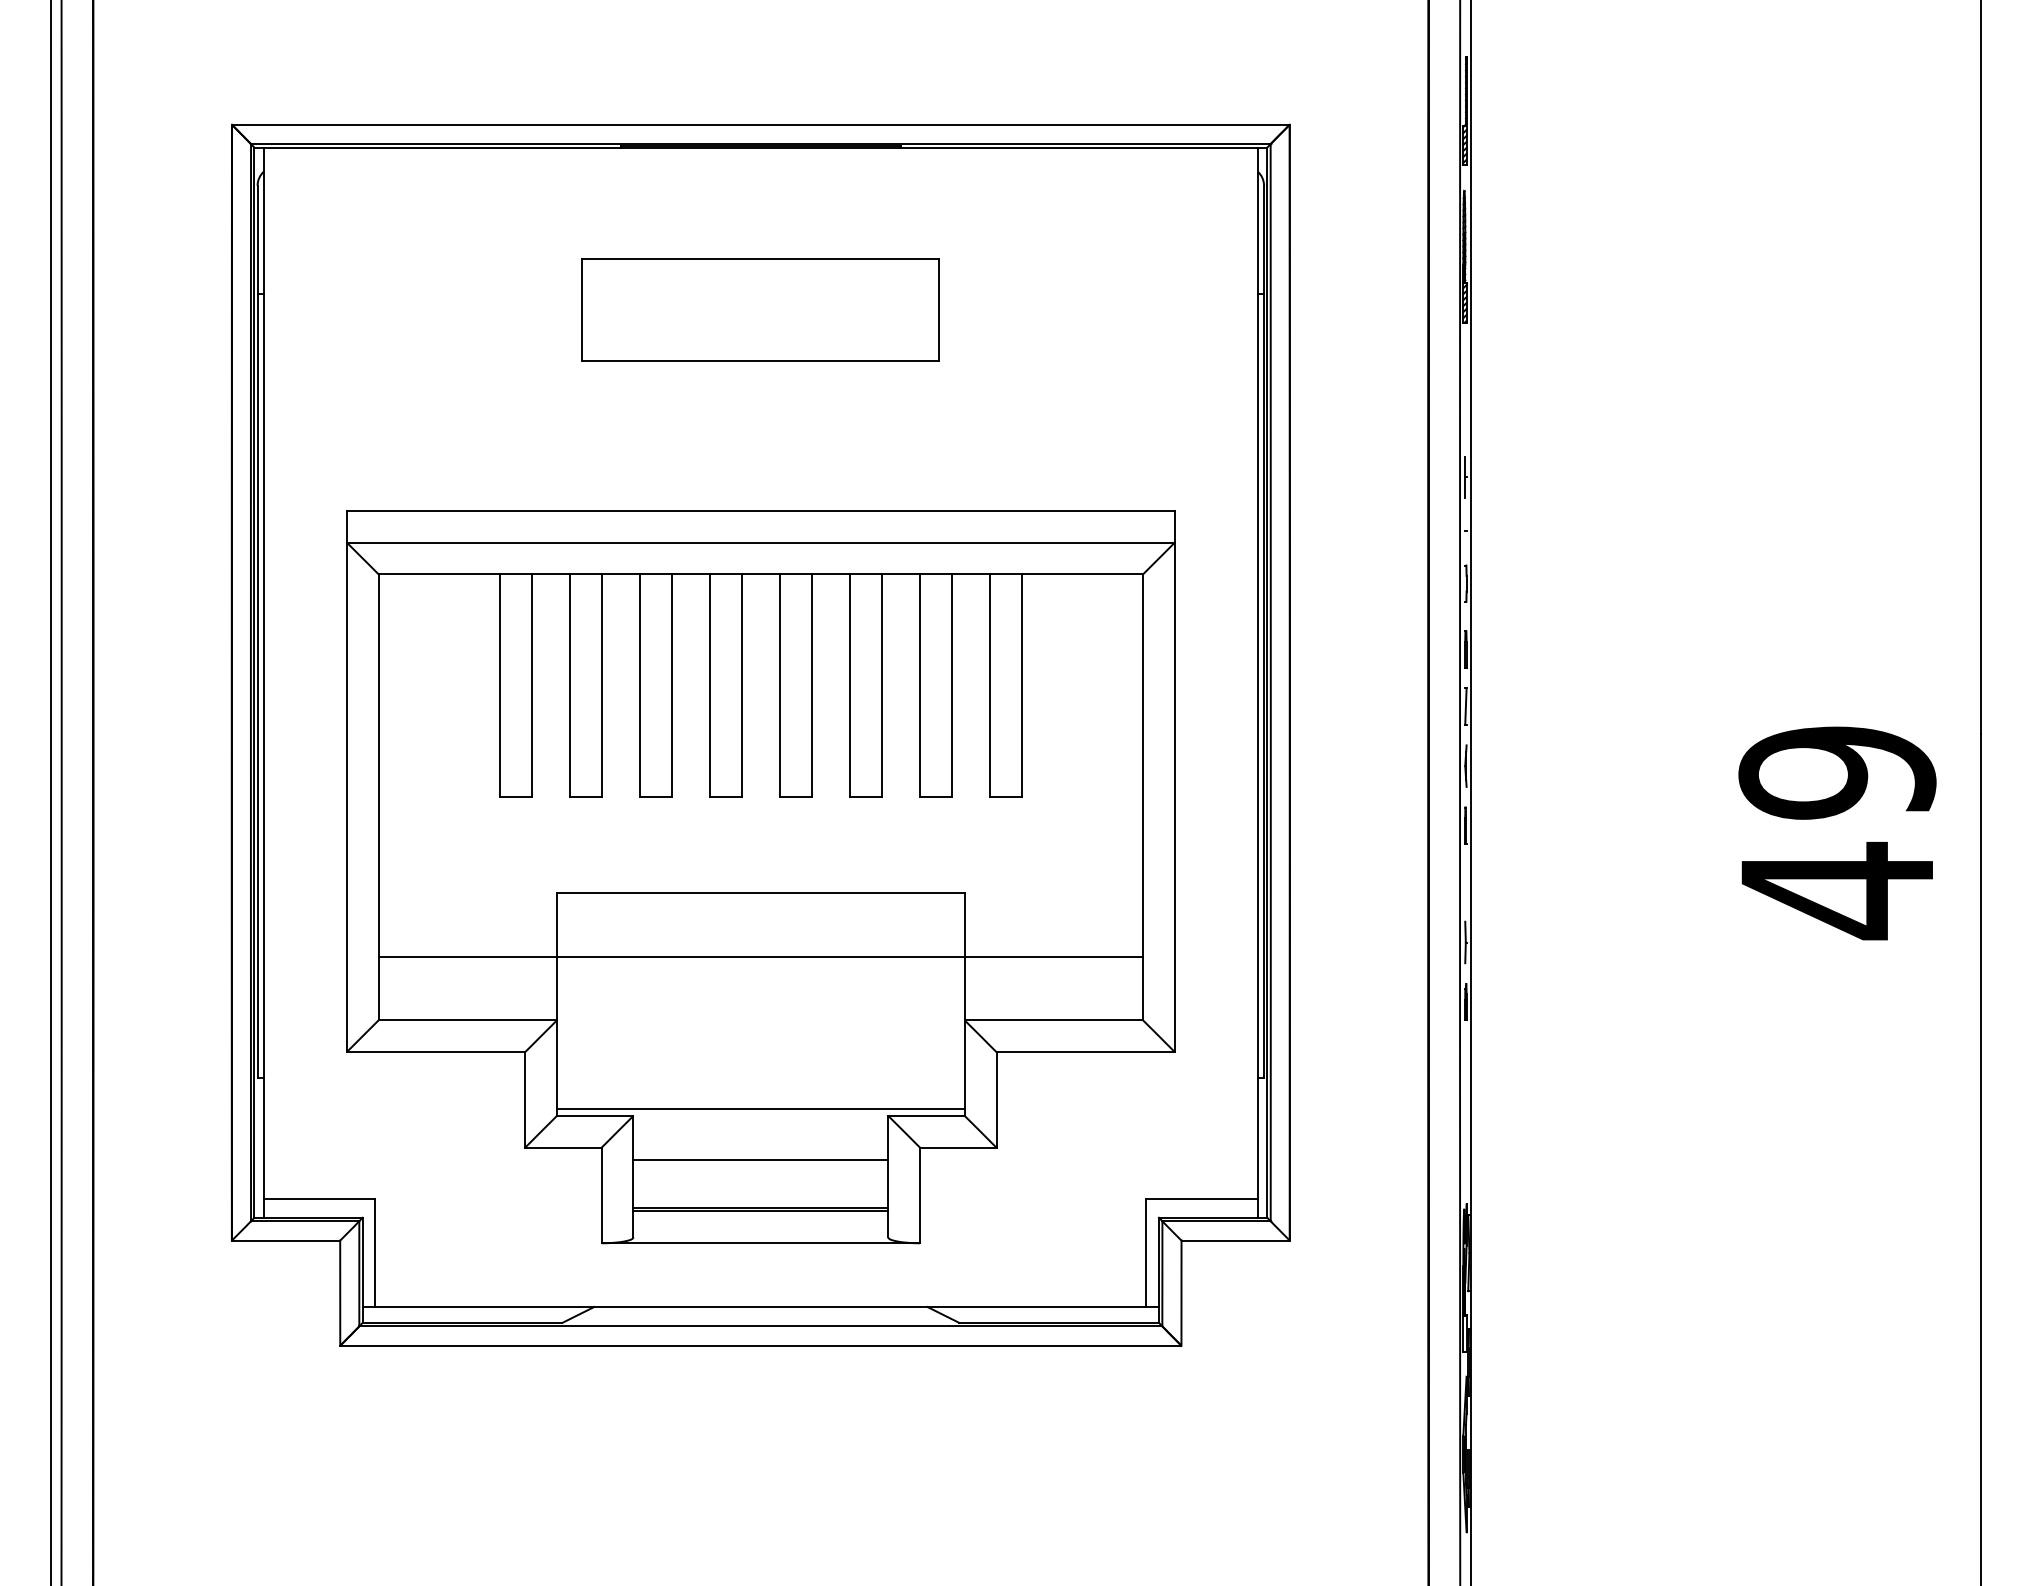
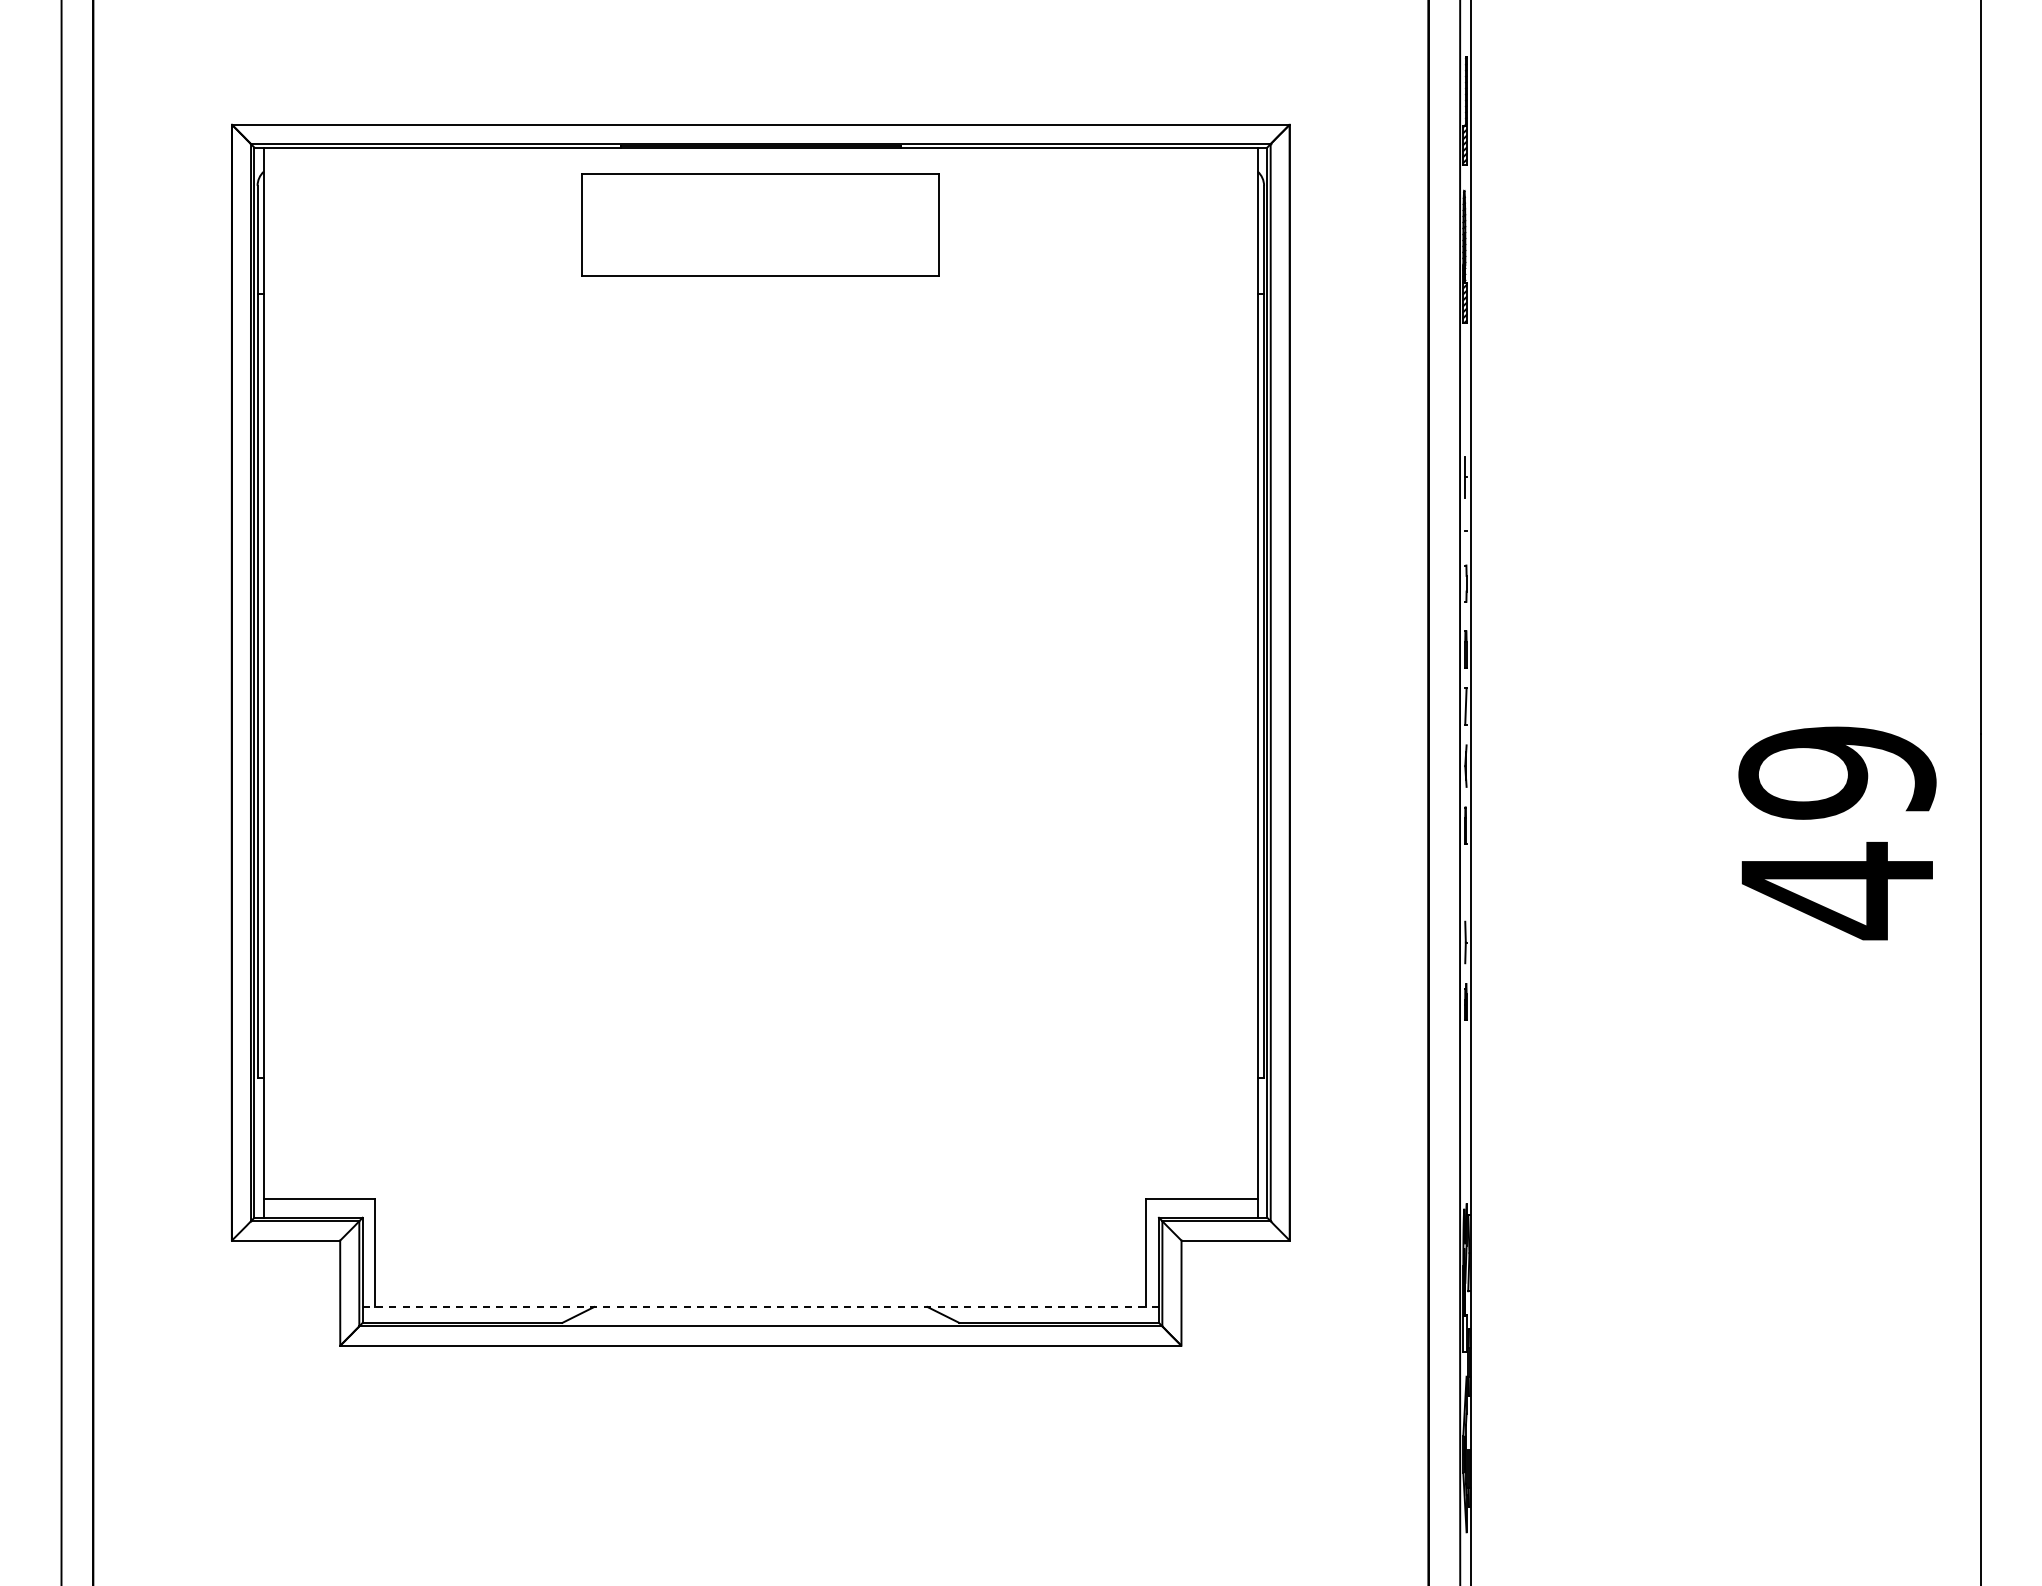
part at (760, 309) position: (760, 309) -> (760, 224)
line at (50, 792): present -> none
part at (760, 877): present -> none
line at (761, 1306): solid -> dashed
